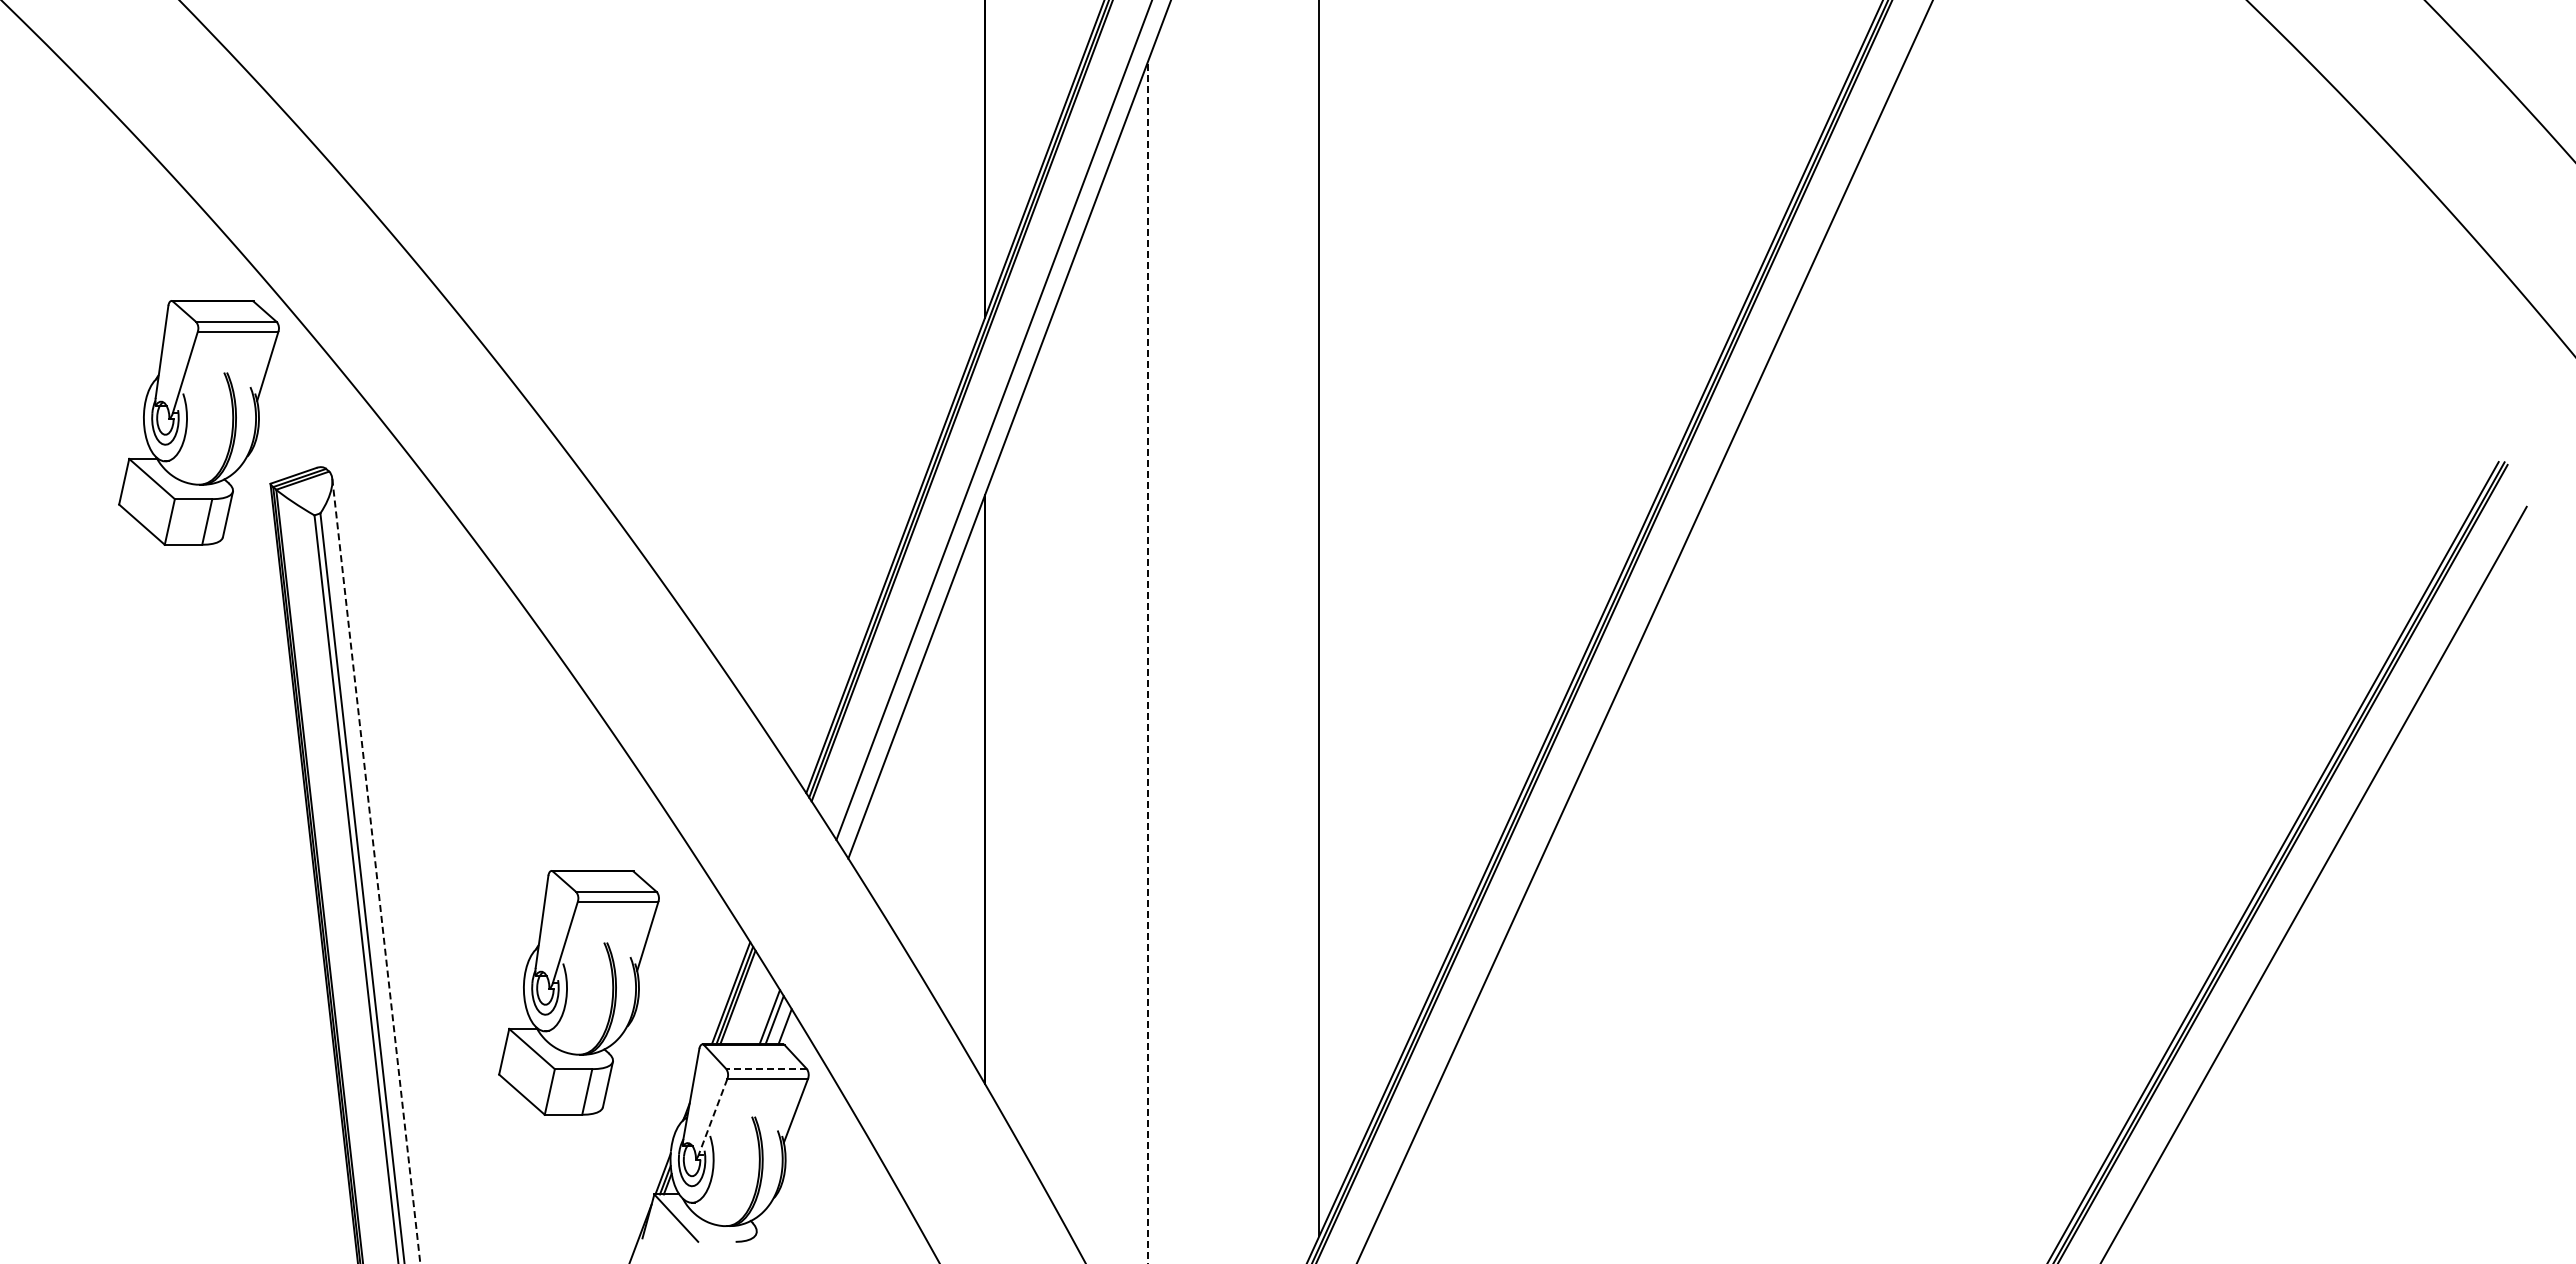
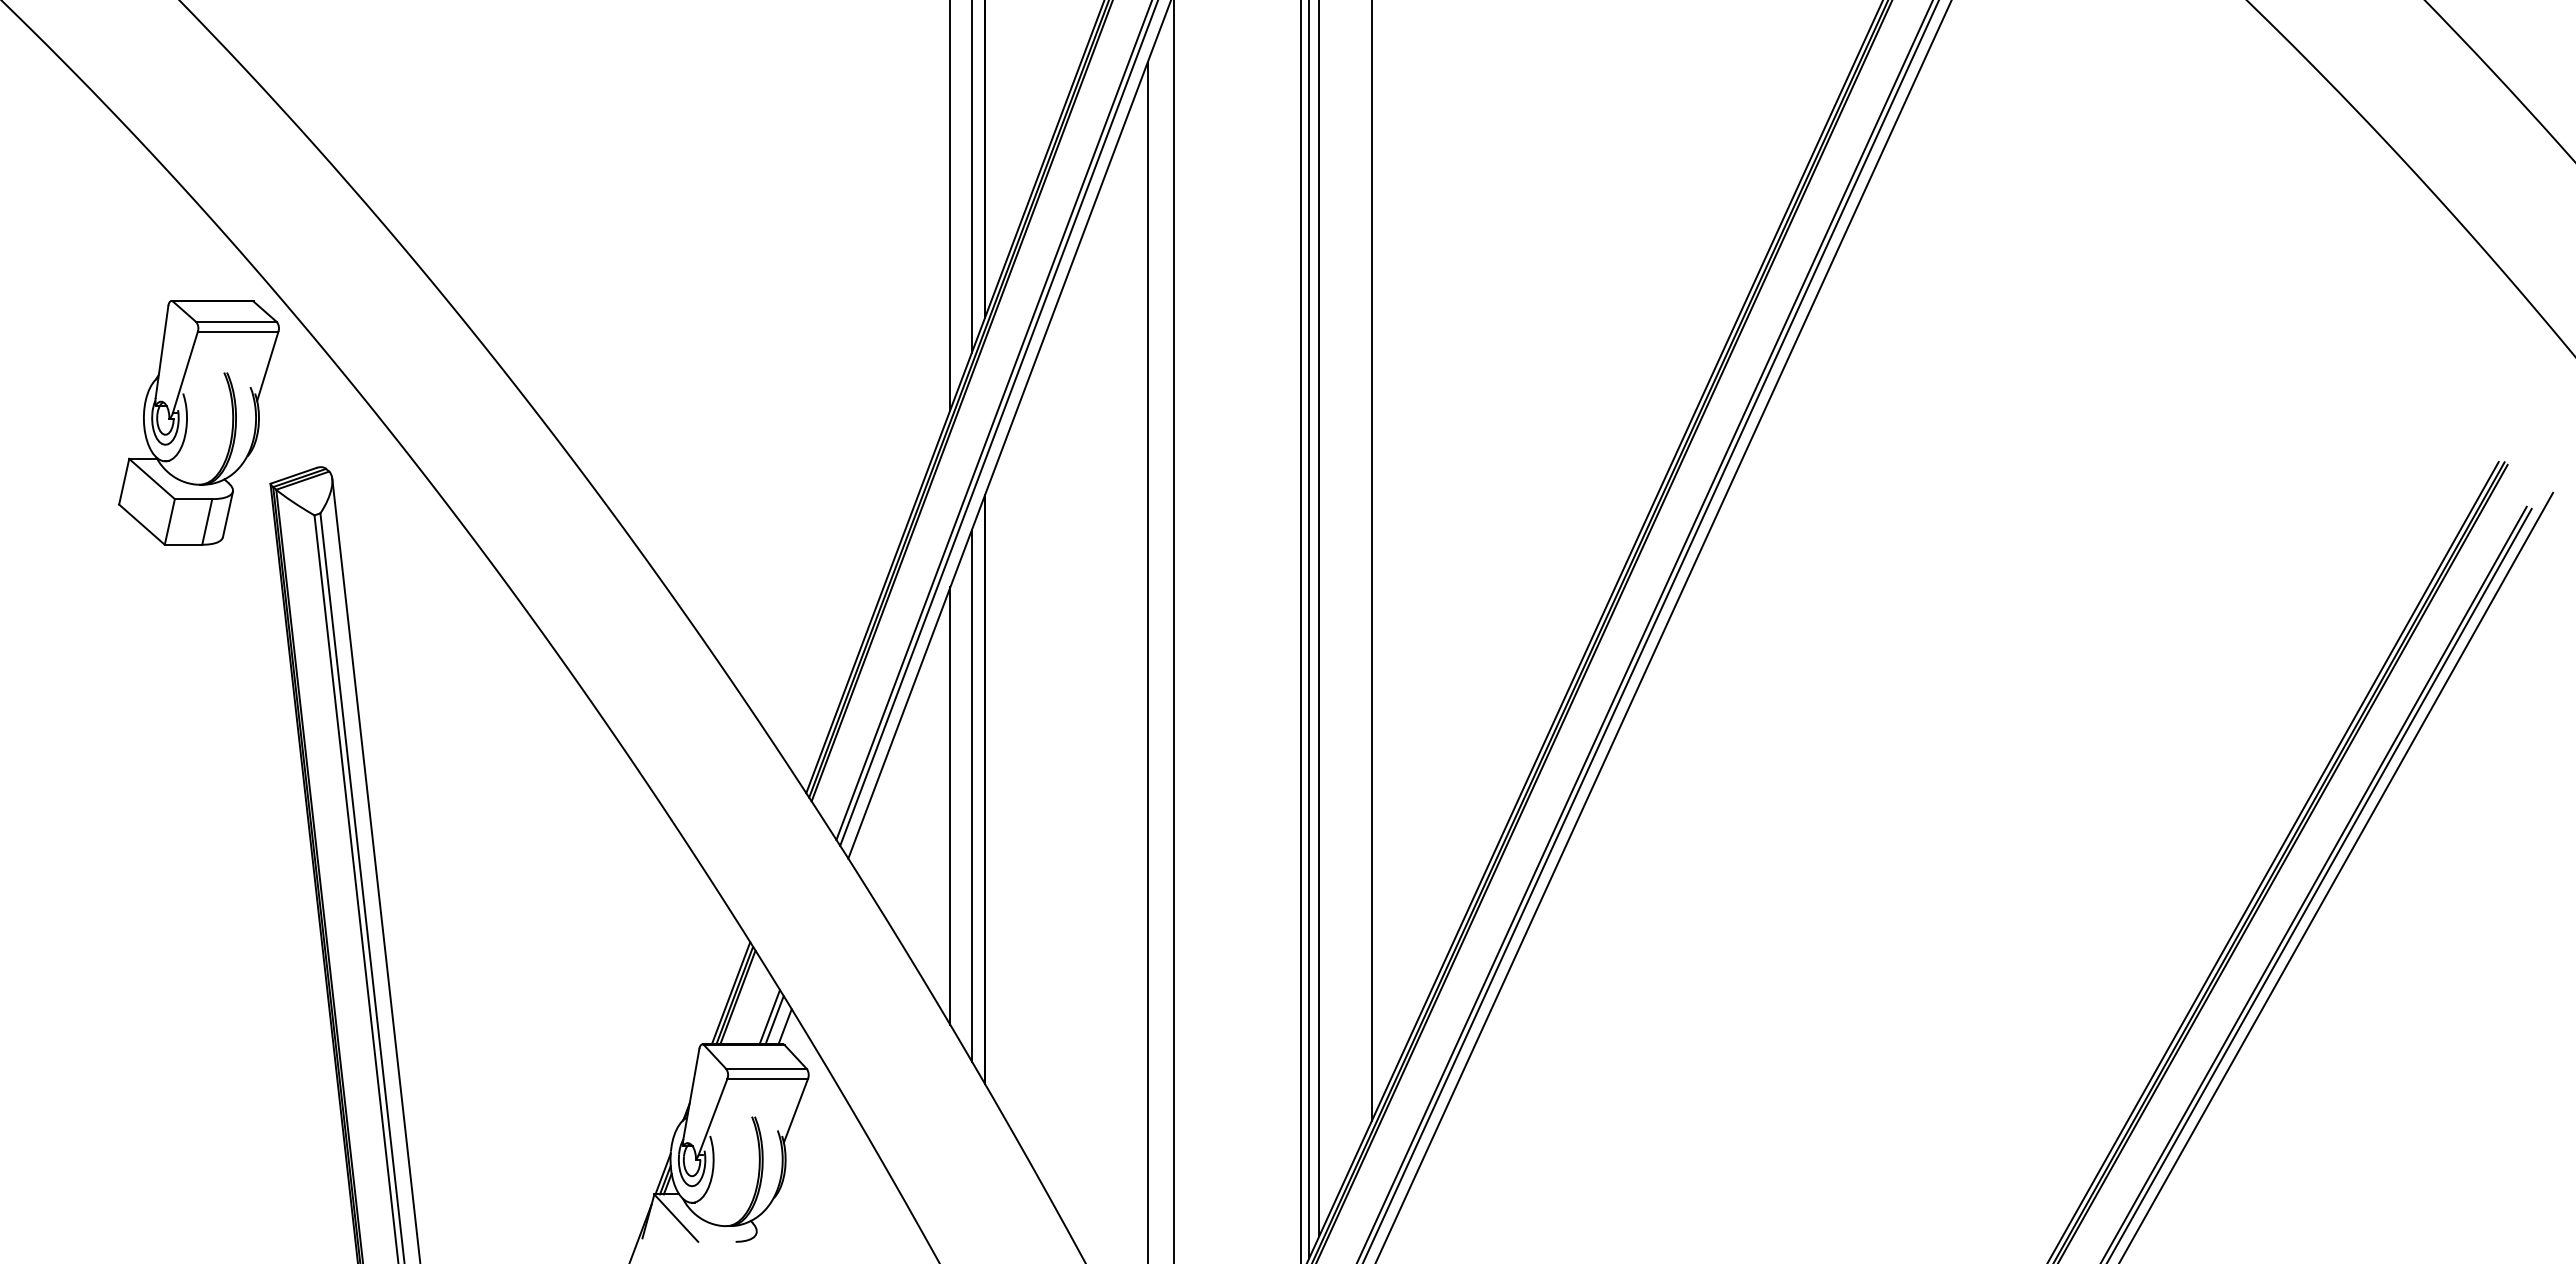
line at (971, 177): none -> present
line at (950, 206): none -> present
line at (998, 423): none -> present
line at (1371, 561): none -> present
line at (1308, 630): none -> present
line at (1174, 631): none -> present
line at (1300, 631): none -> present
line at (1651, 631): none -> present
line at (1663, 631): none -> present
line at (1147, 662): dashed -> solid
line at (971, 795): none -> present
line at (950, 806): none -> present
line at (376, 871): dashed -> solid
line at (2336, 876): none -> present
line at (2319, 884): none -> present
part at (578, 992): present -> none
line at (766, 1069): dashed -> solid
line at (712, 1117): dashed -> solid
